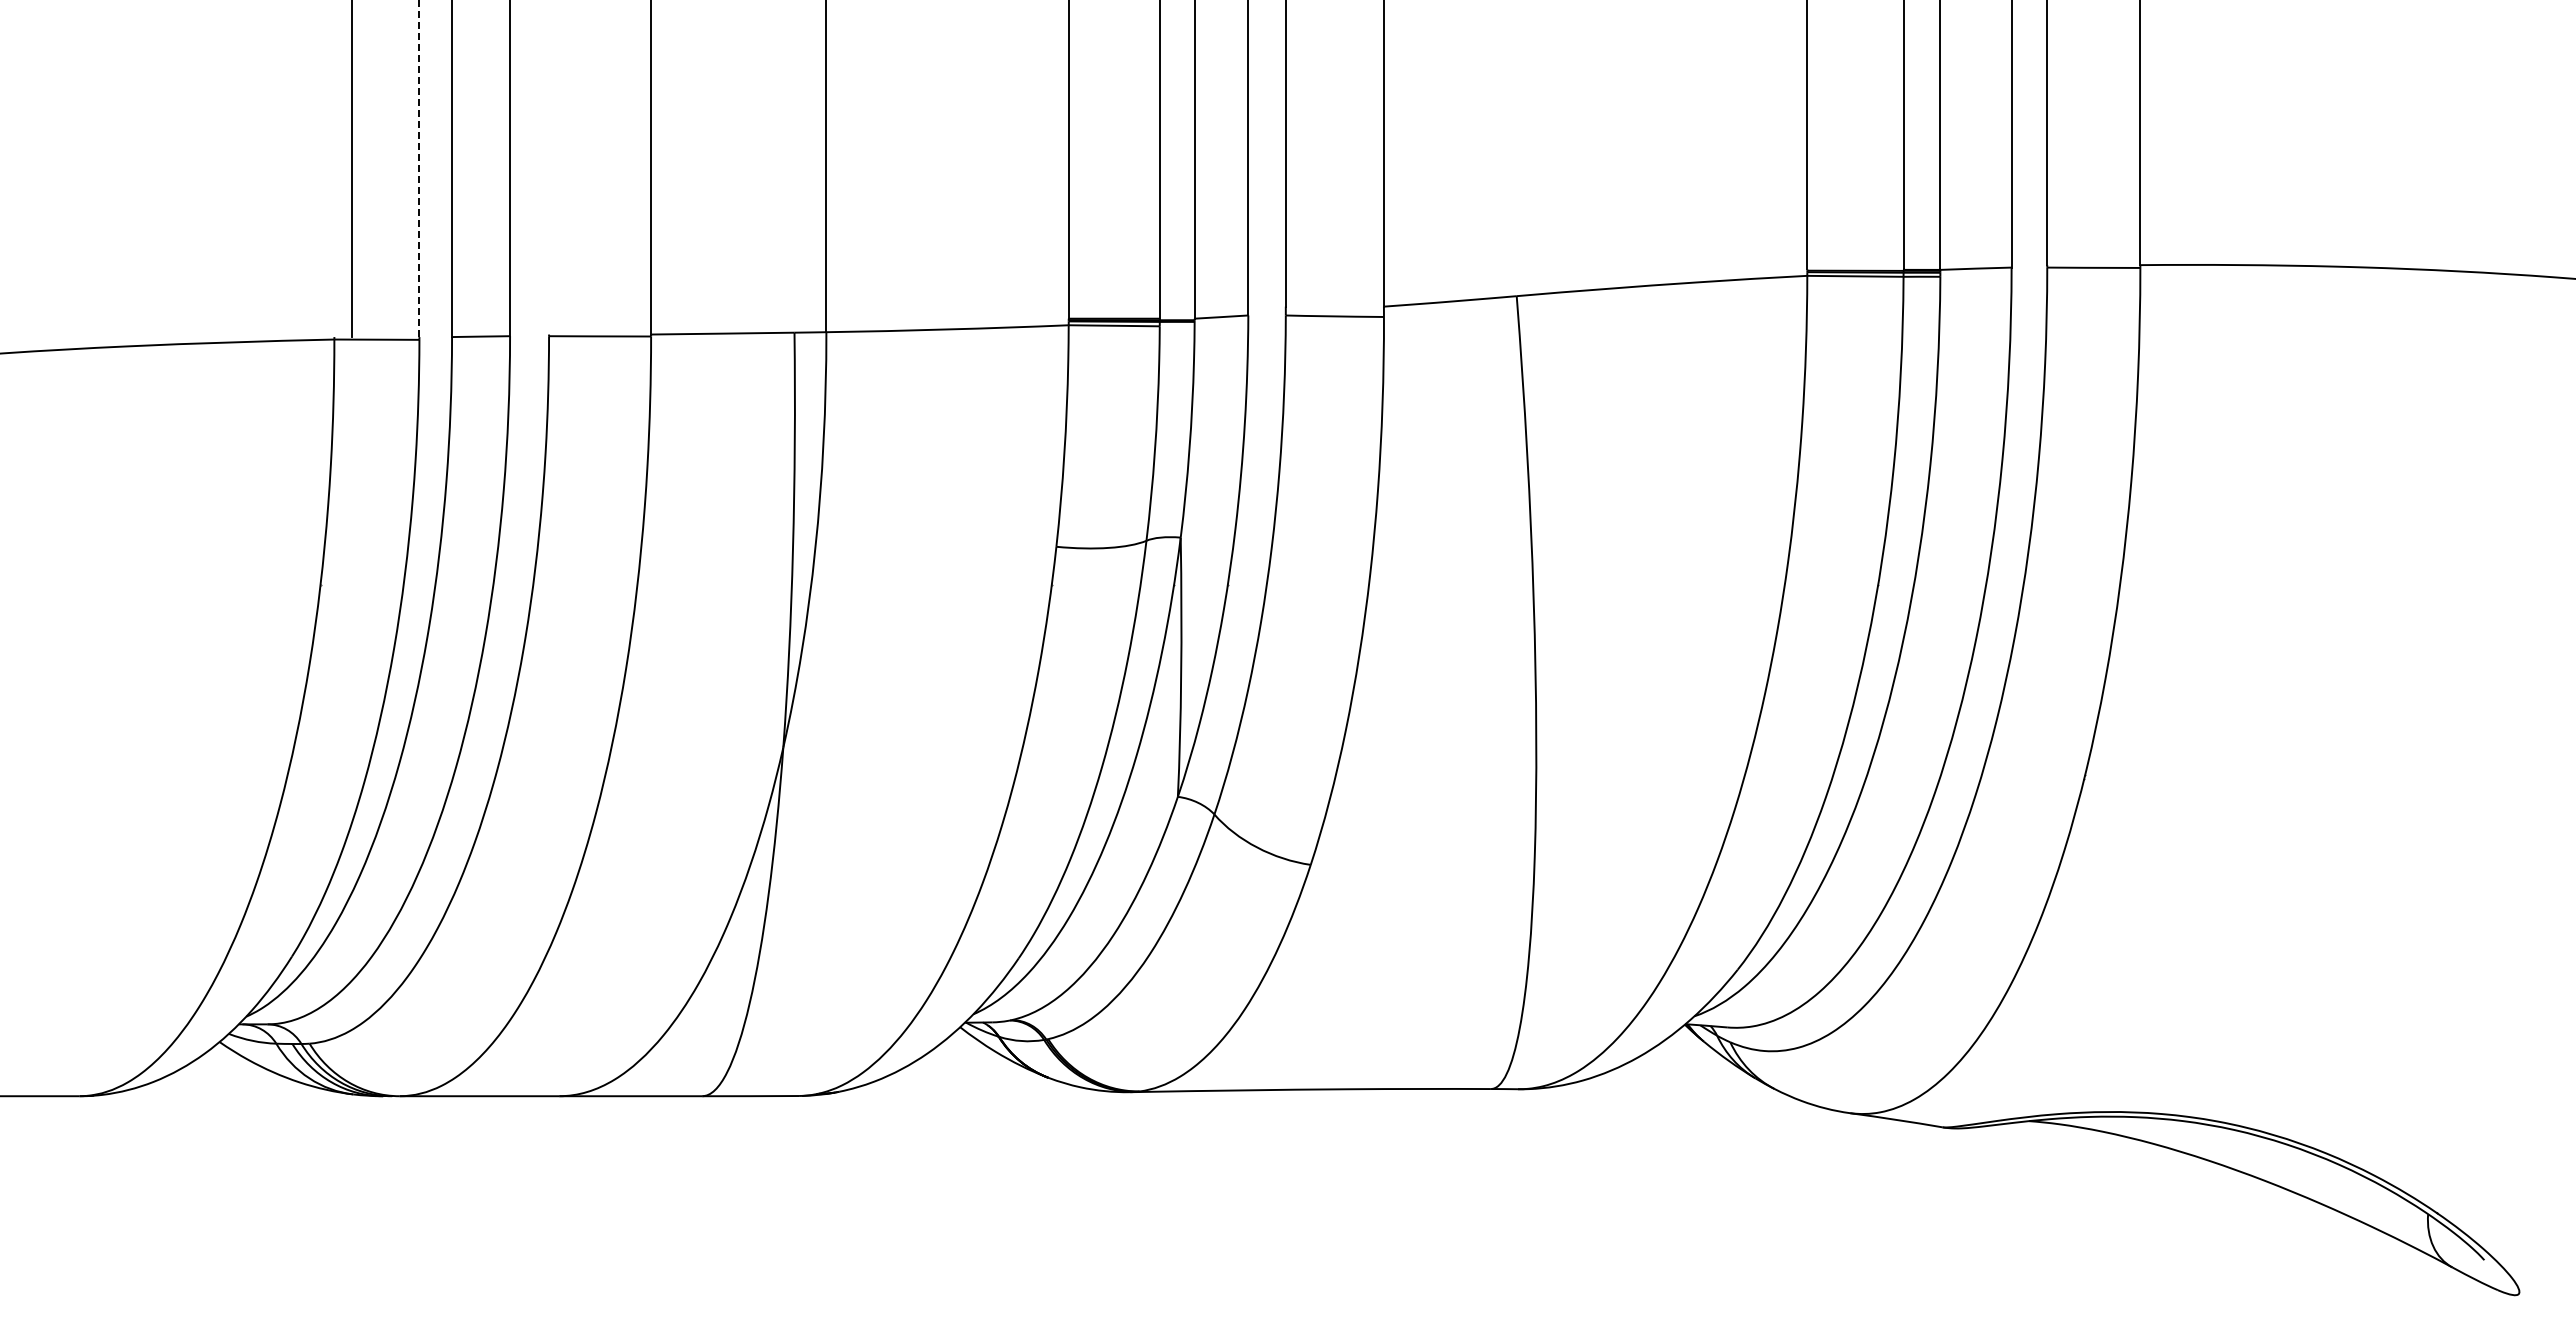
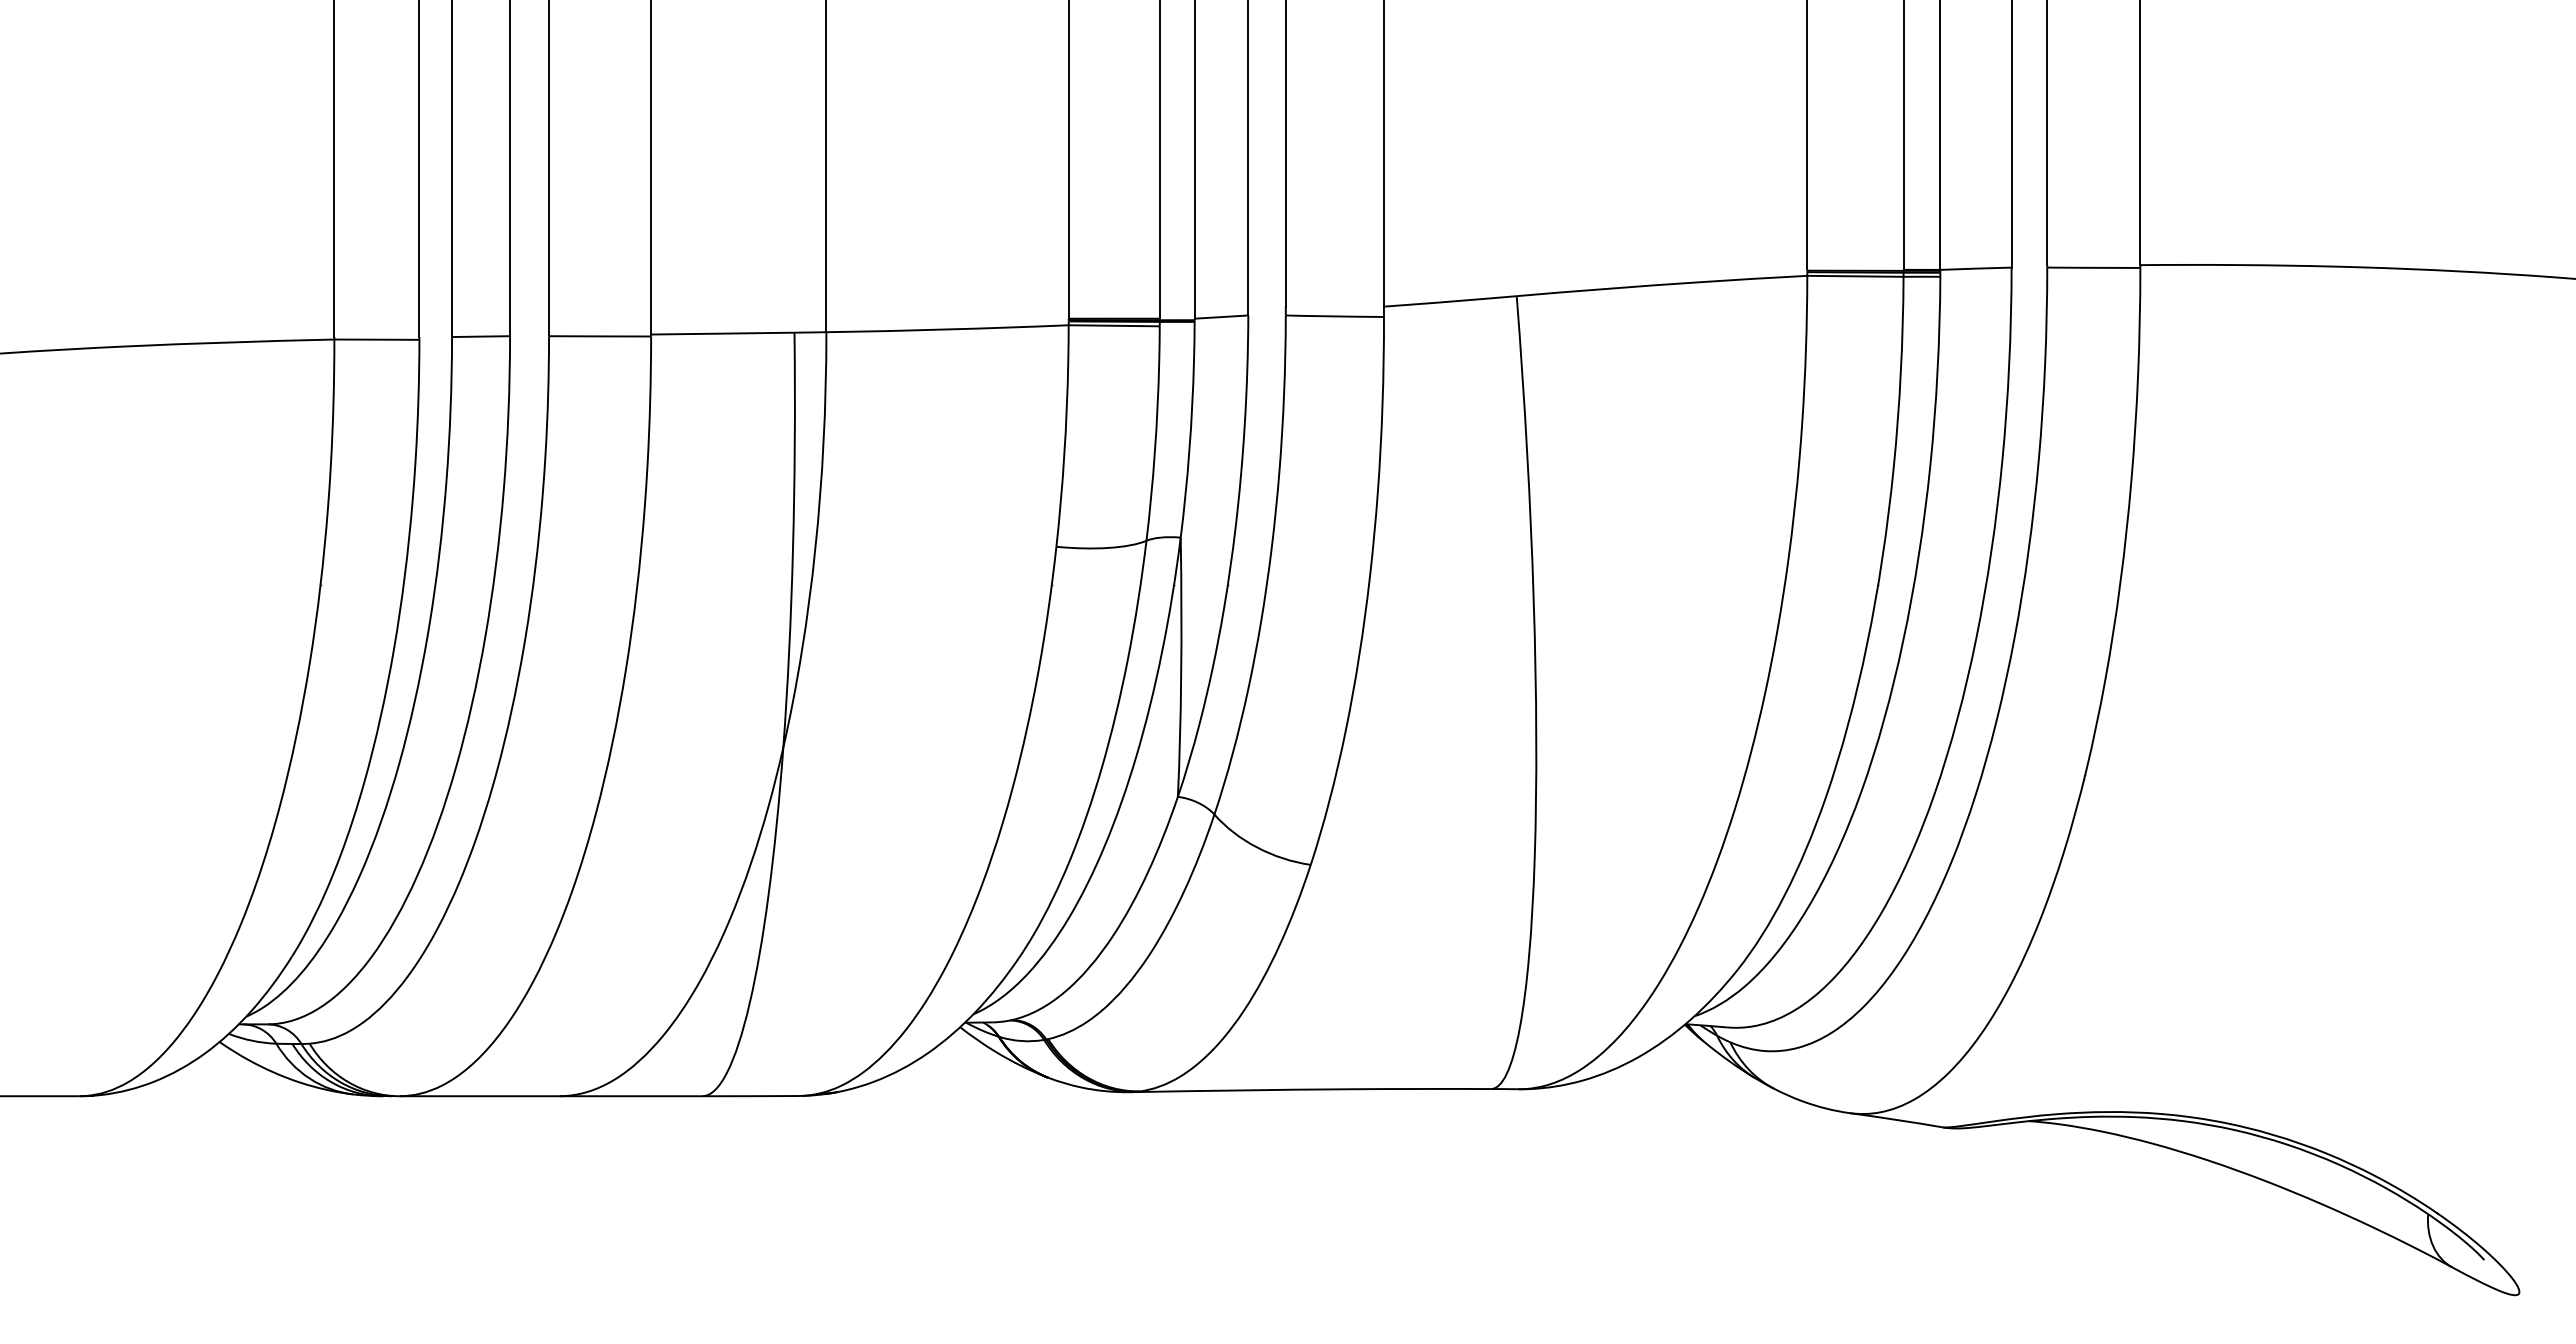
line at (419, 168): dashed -> solid
line at (549, 168): none -> present
line at (352, 169) position: (352, 169) -> (334, 169)
